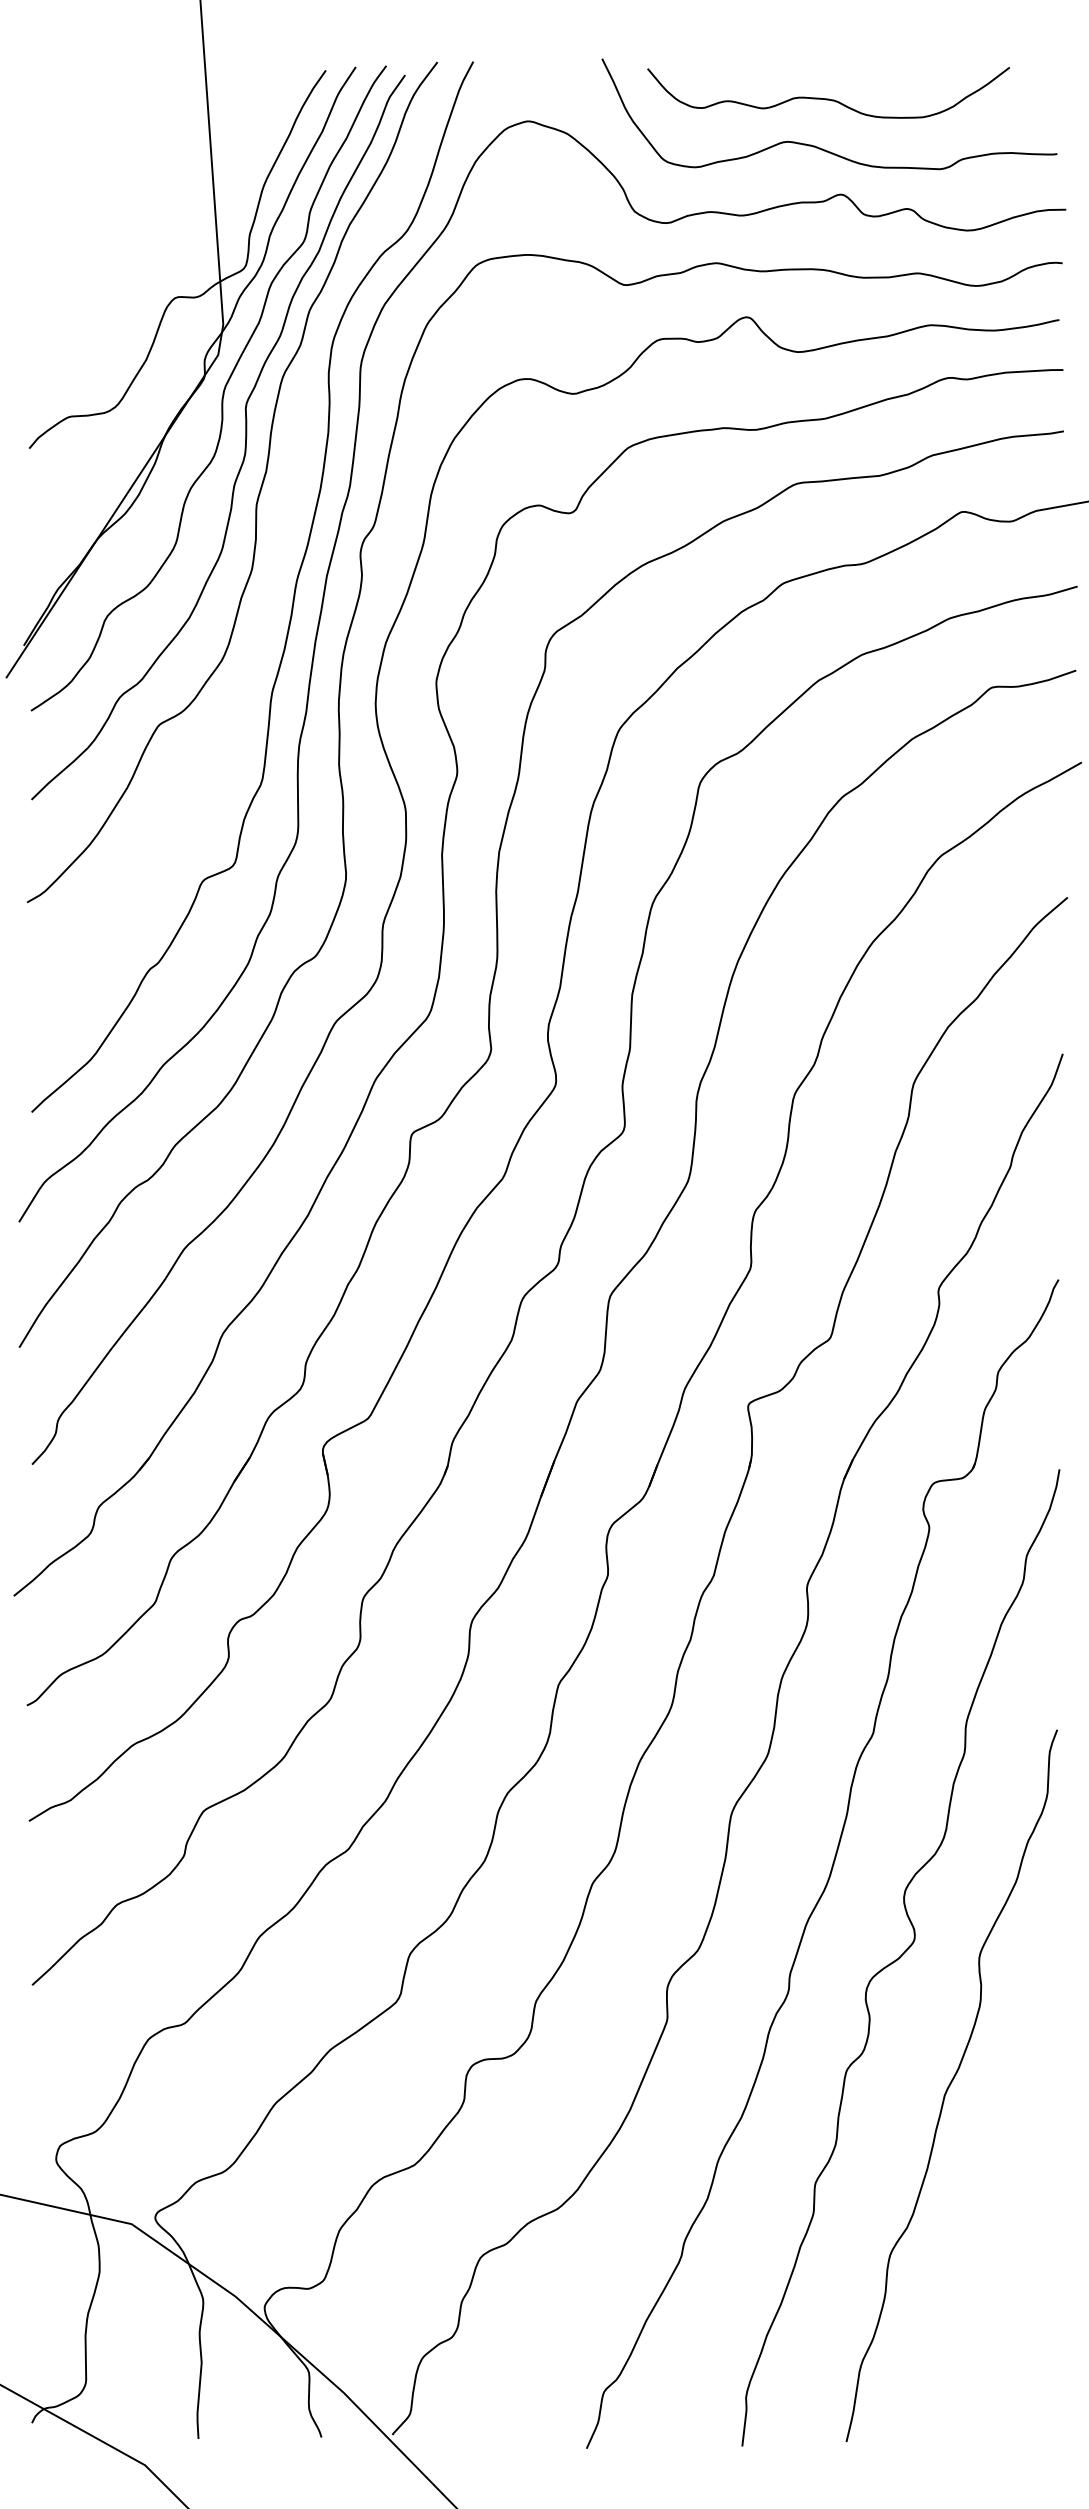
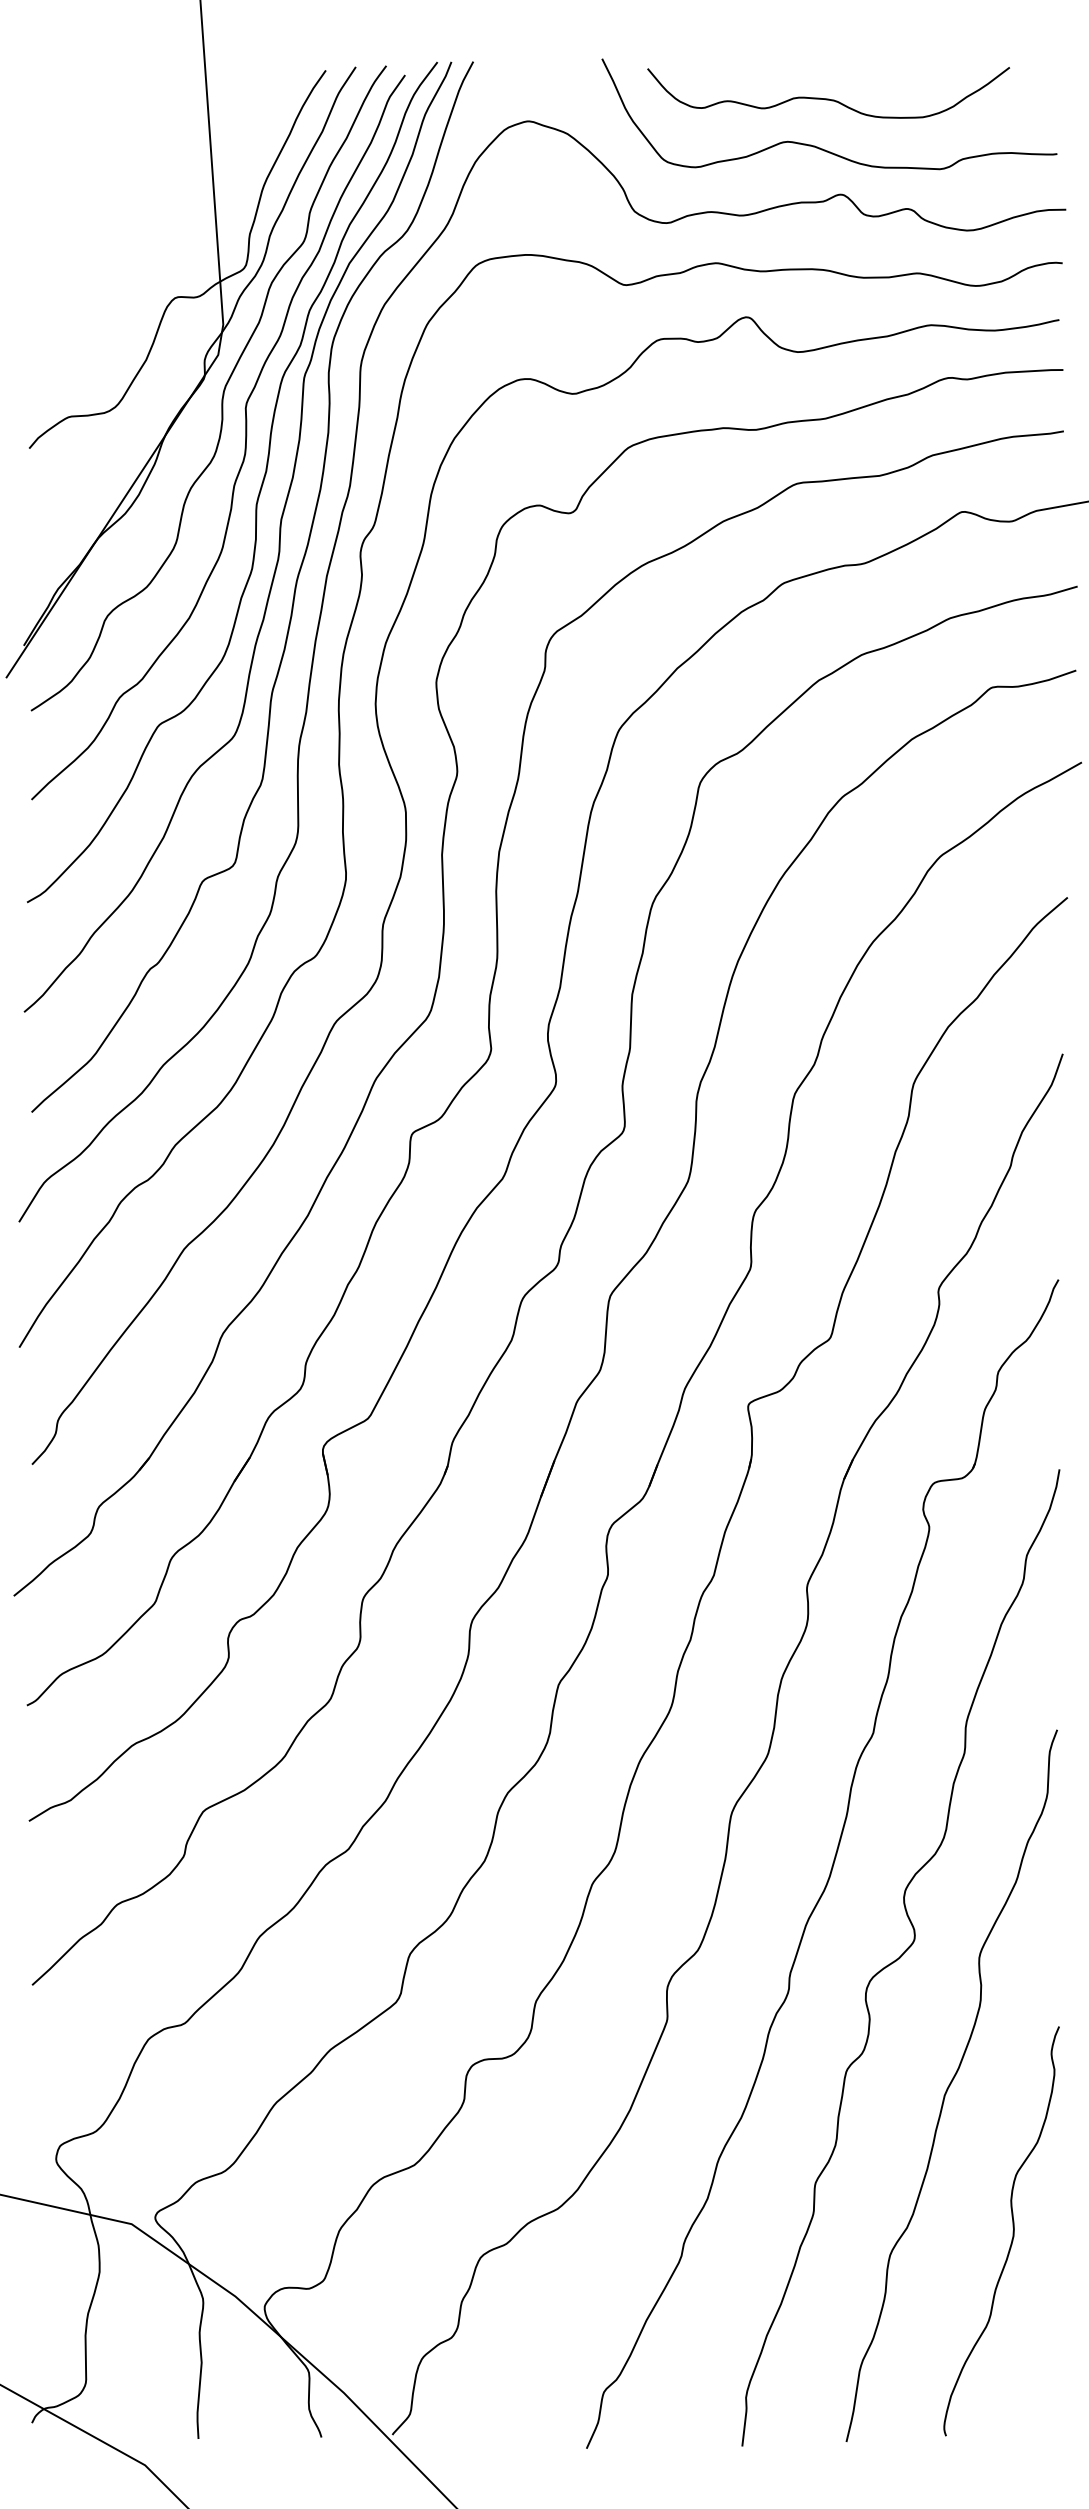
curve at (278, 541): none -> present
curve at (1012, 2231): none -> present
